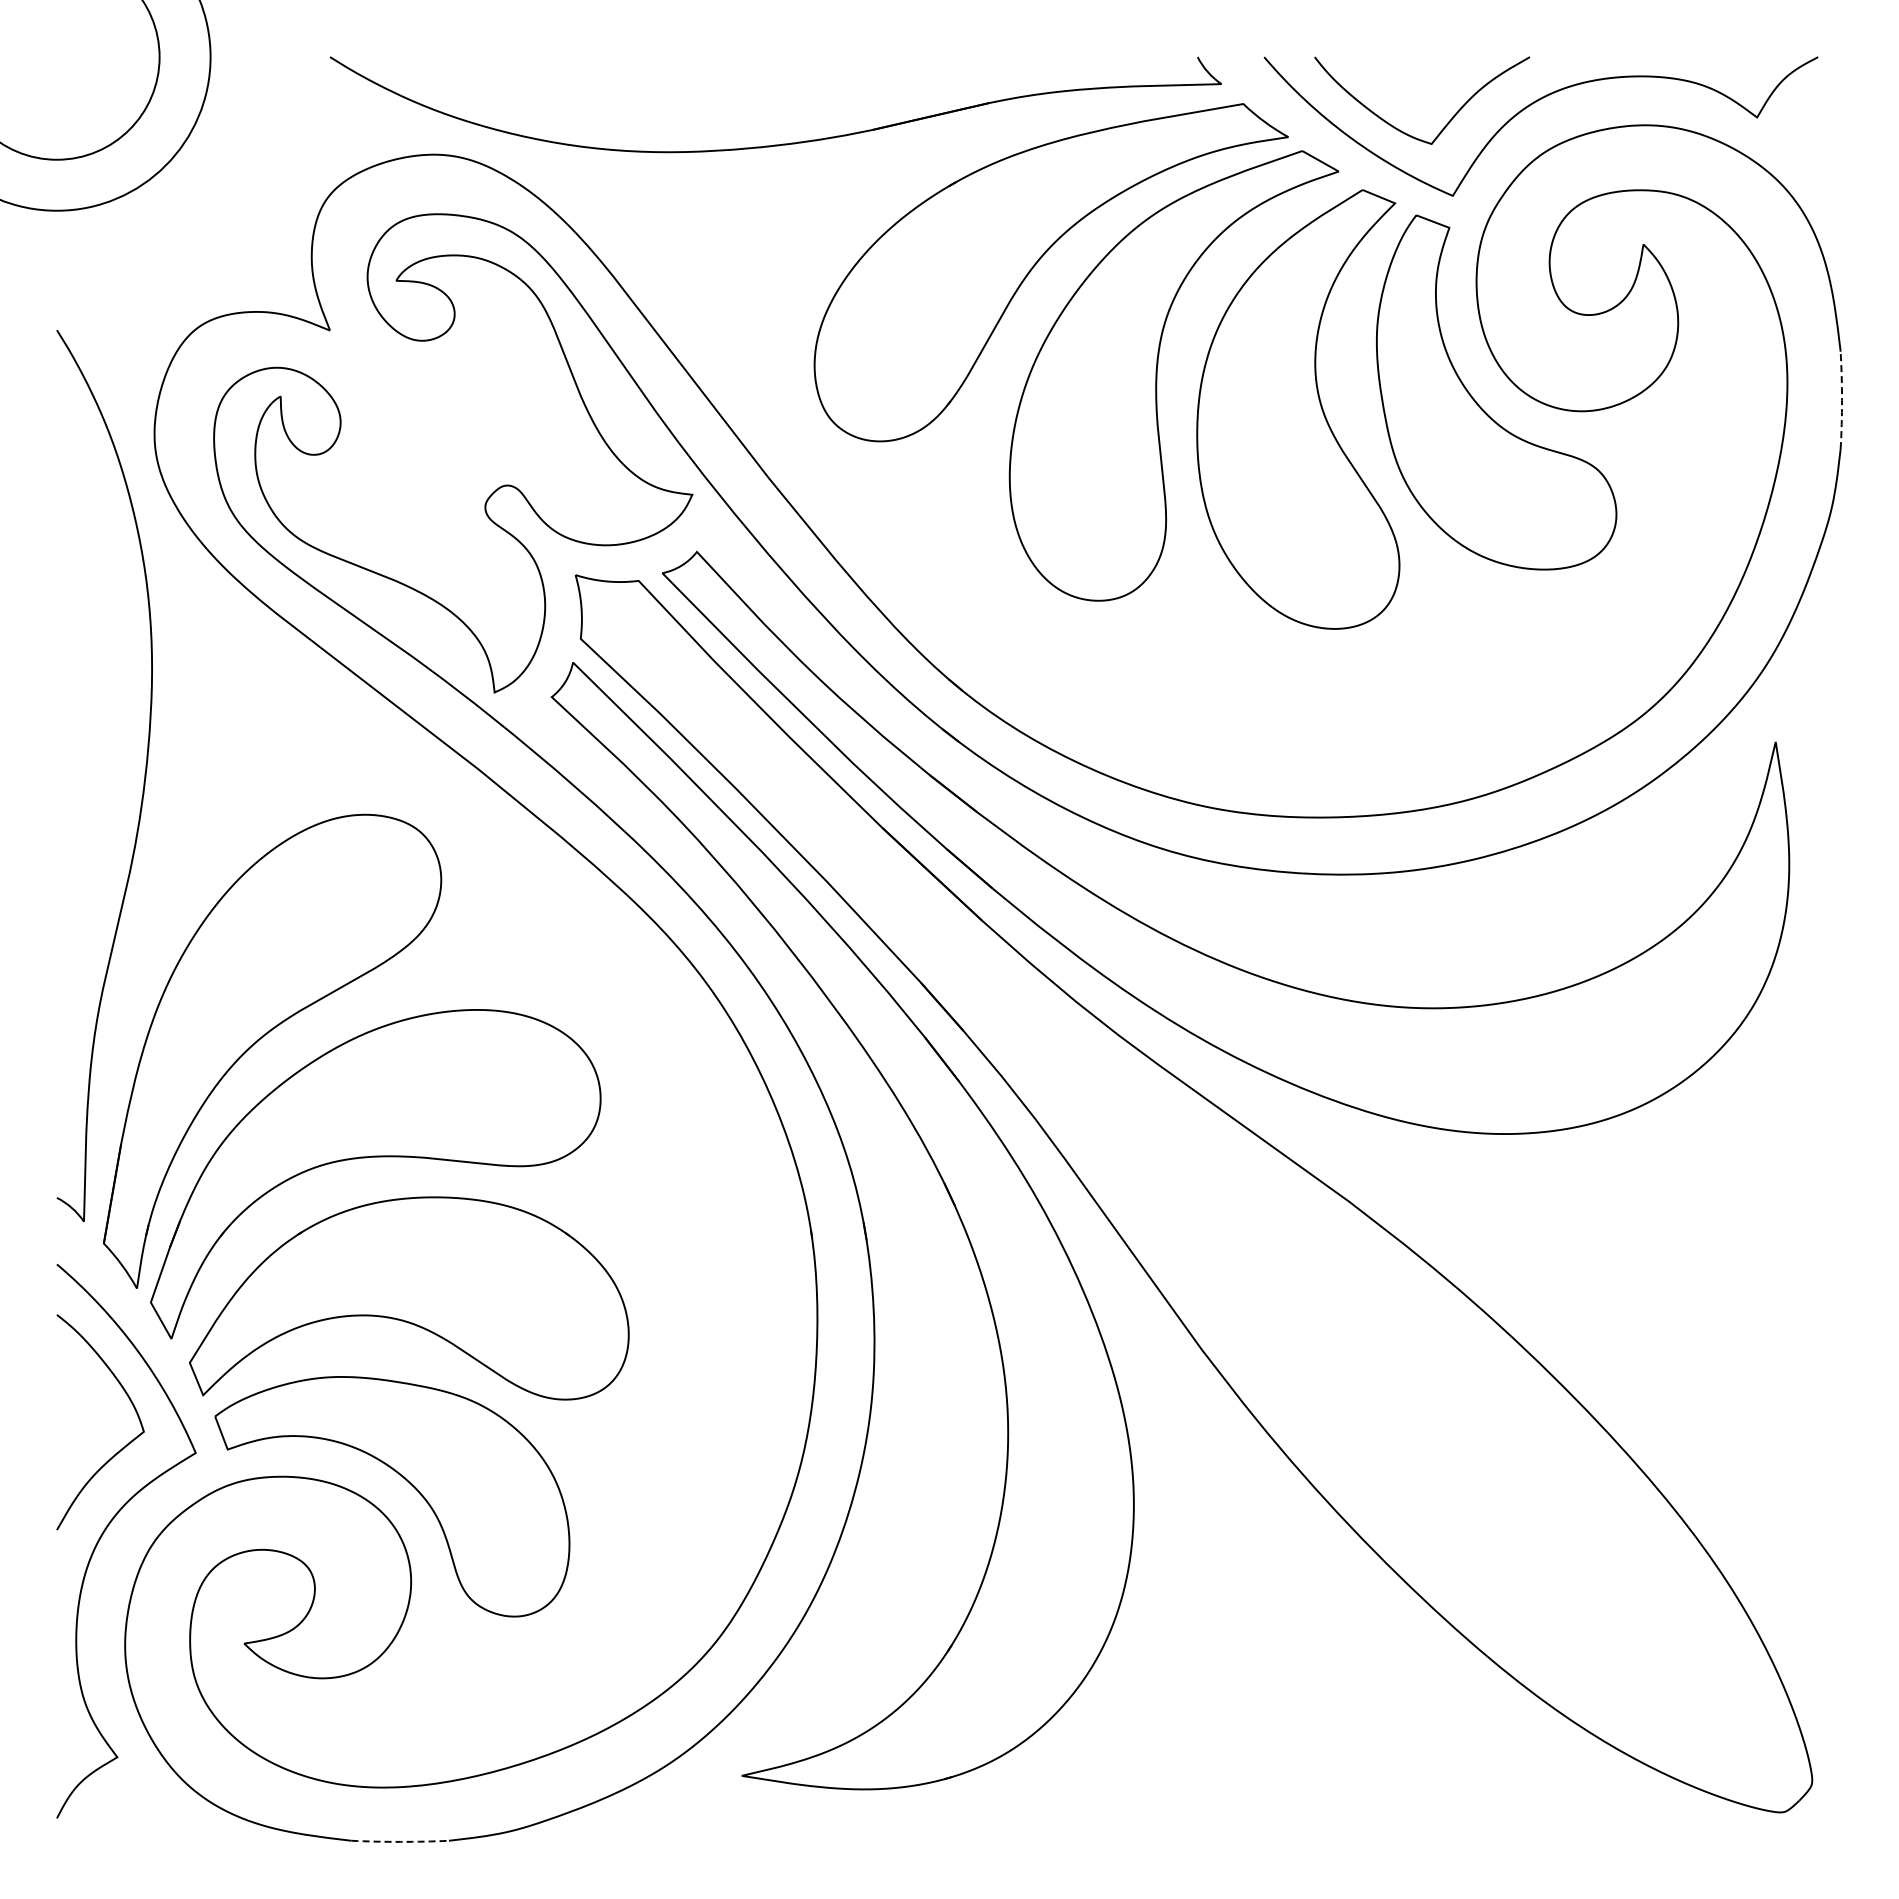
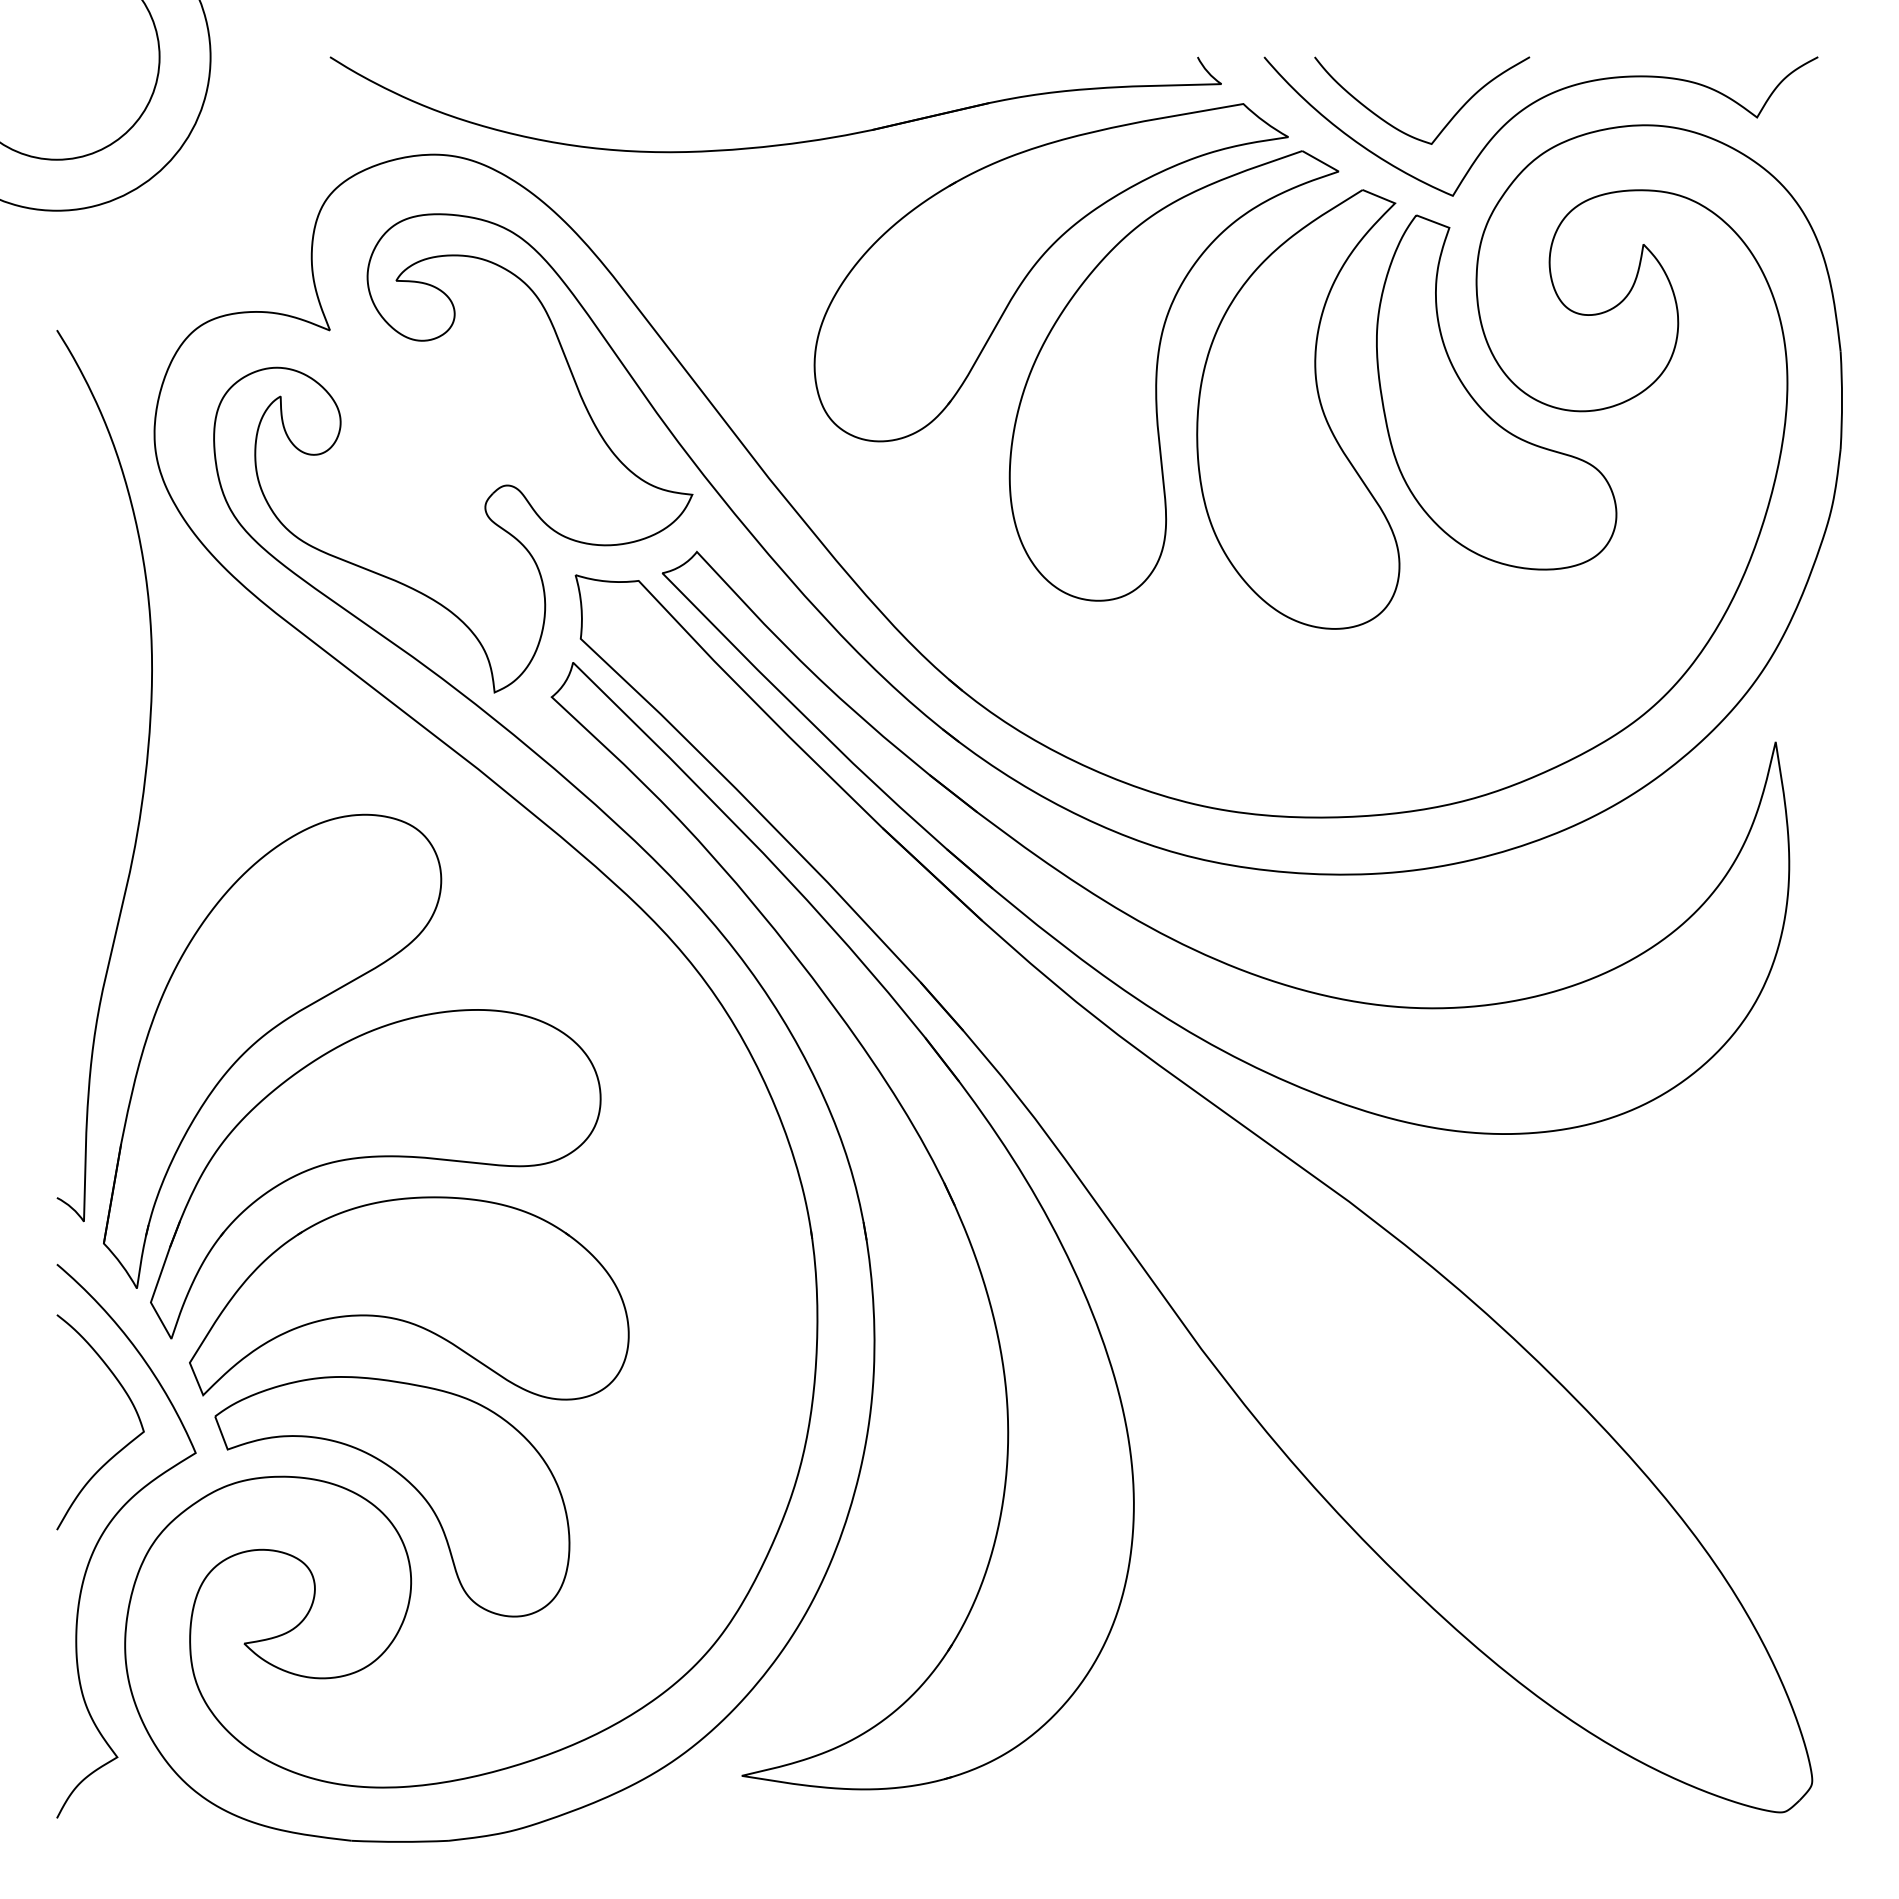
arc at (1842, 400): dashed -> solid
arc at (400, 1841): dashed -> solid
